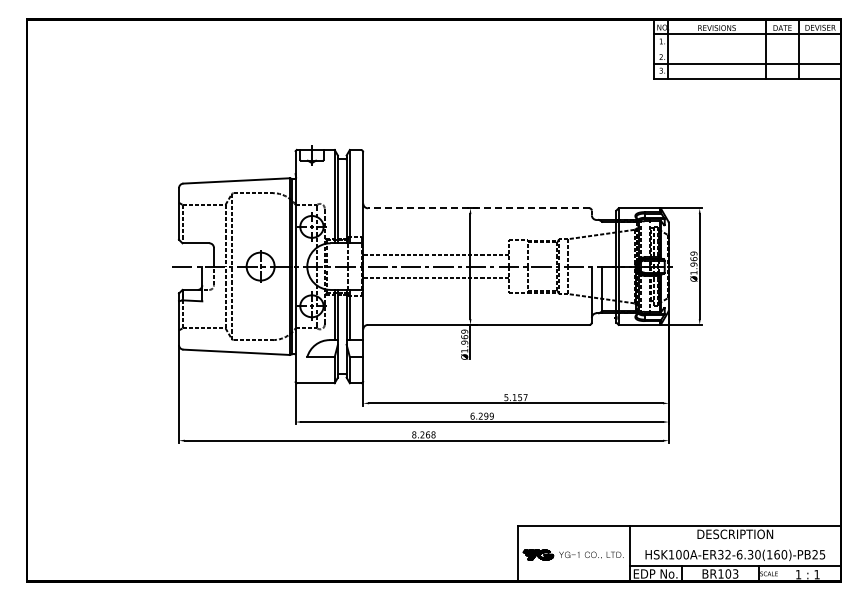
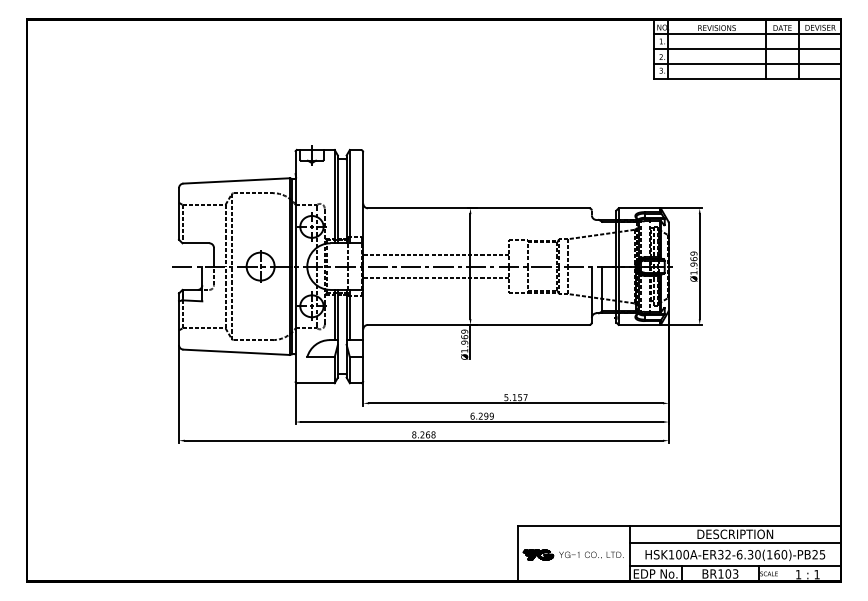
line at (747, 49): none -> present
line at (478, 208): dashed -> solid
line at (734, 543): none -> present
